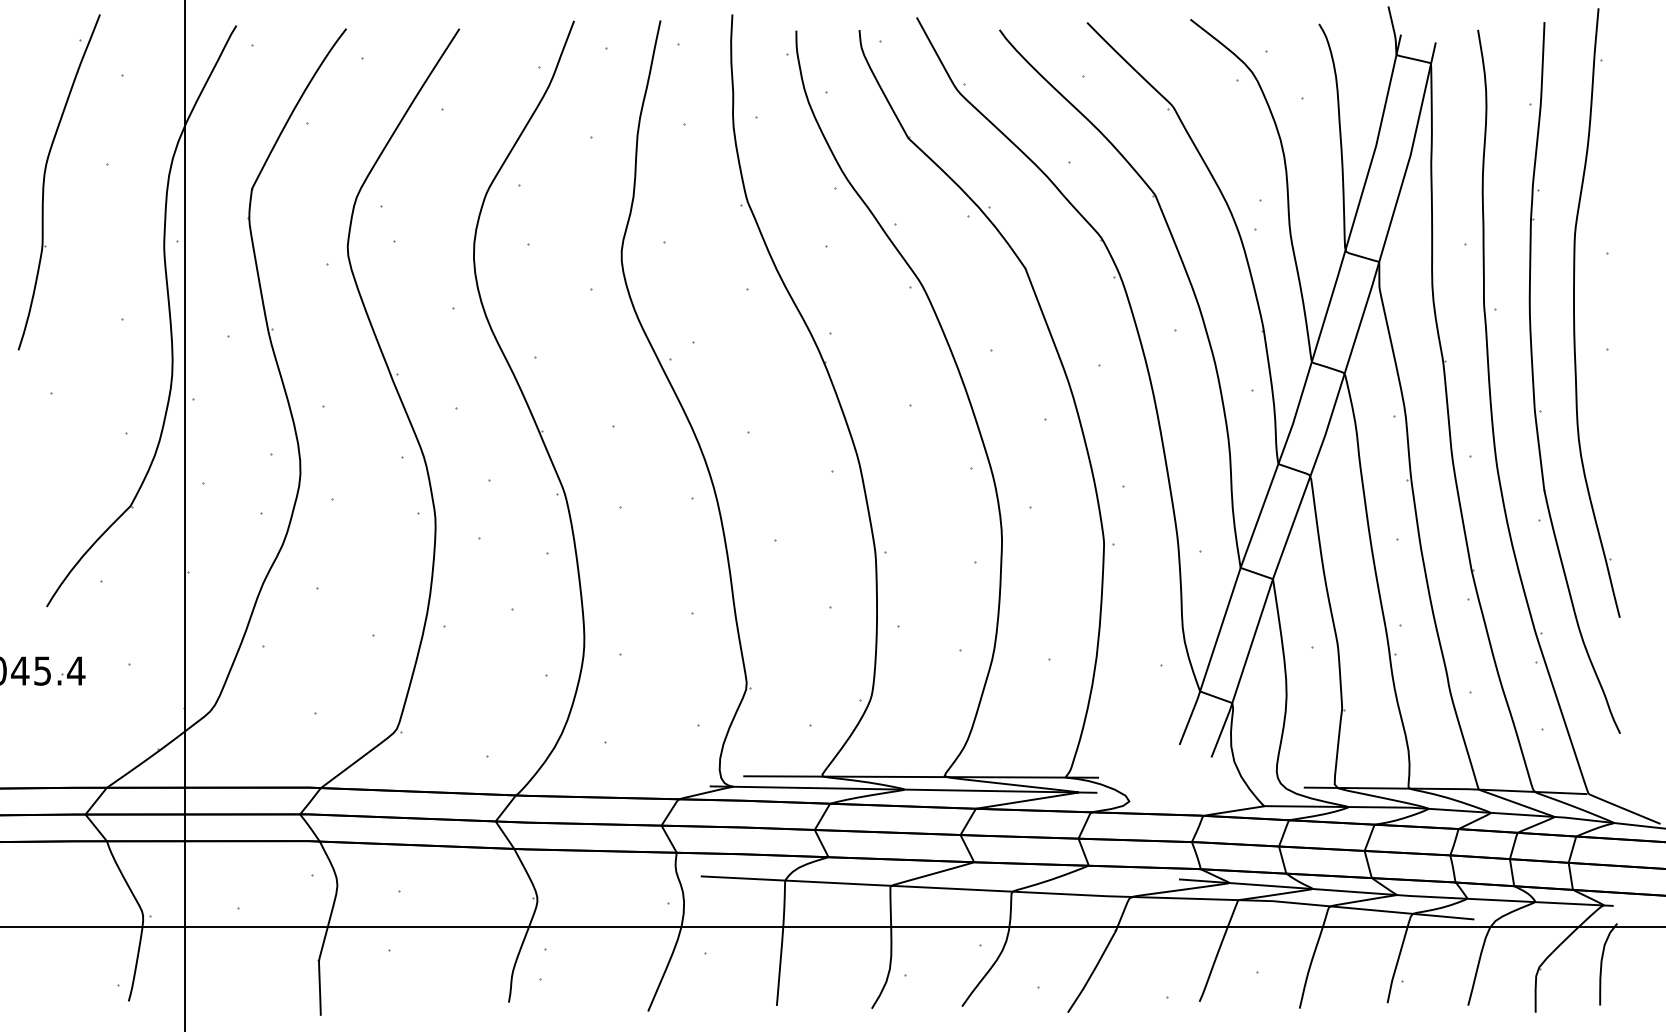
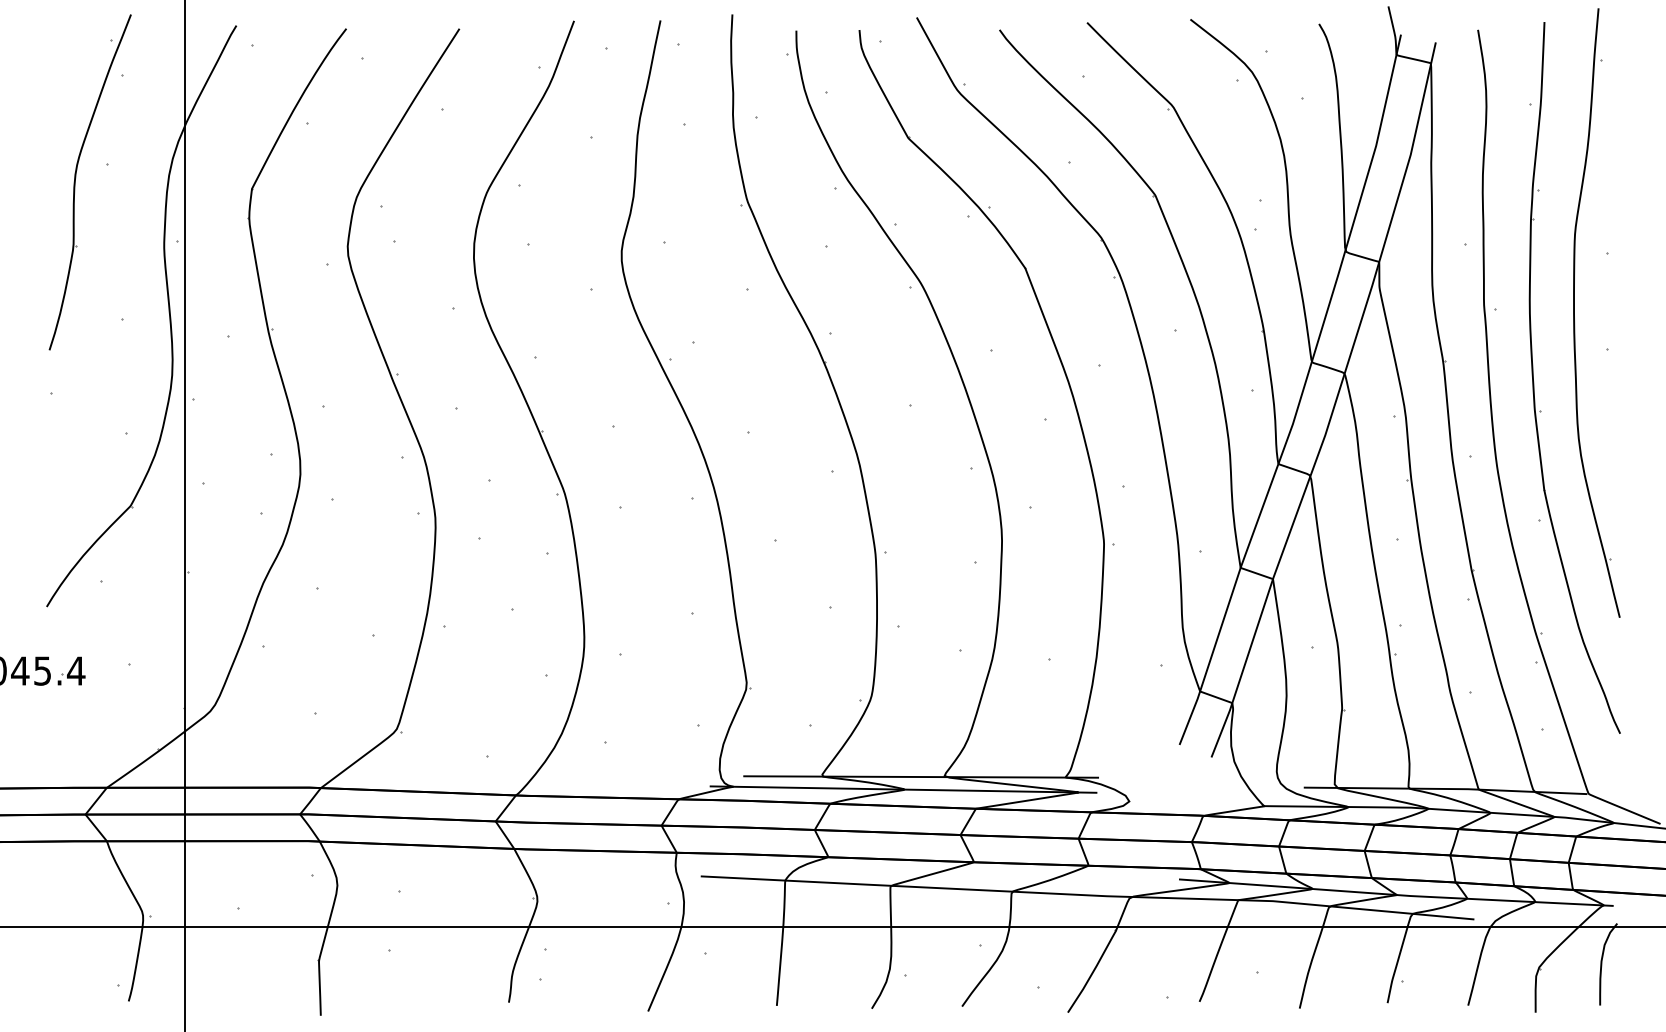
part at (45, 177) position: (45, 177) -> (76, 177)
